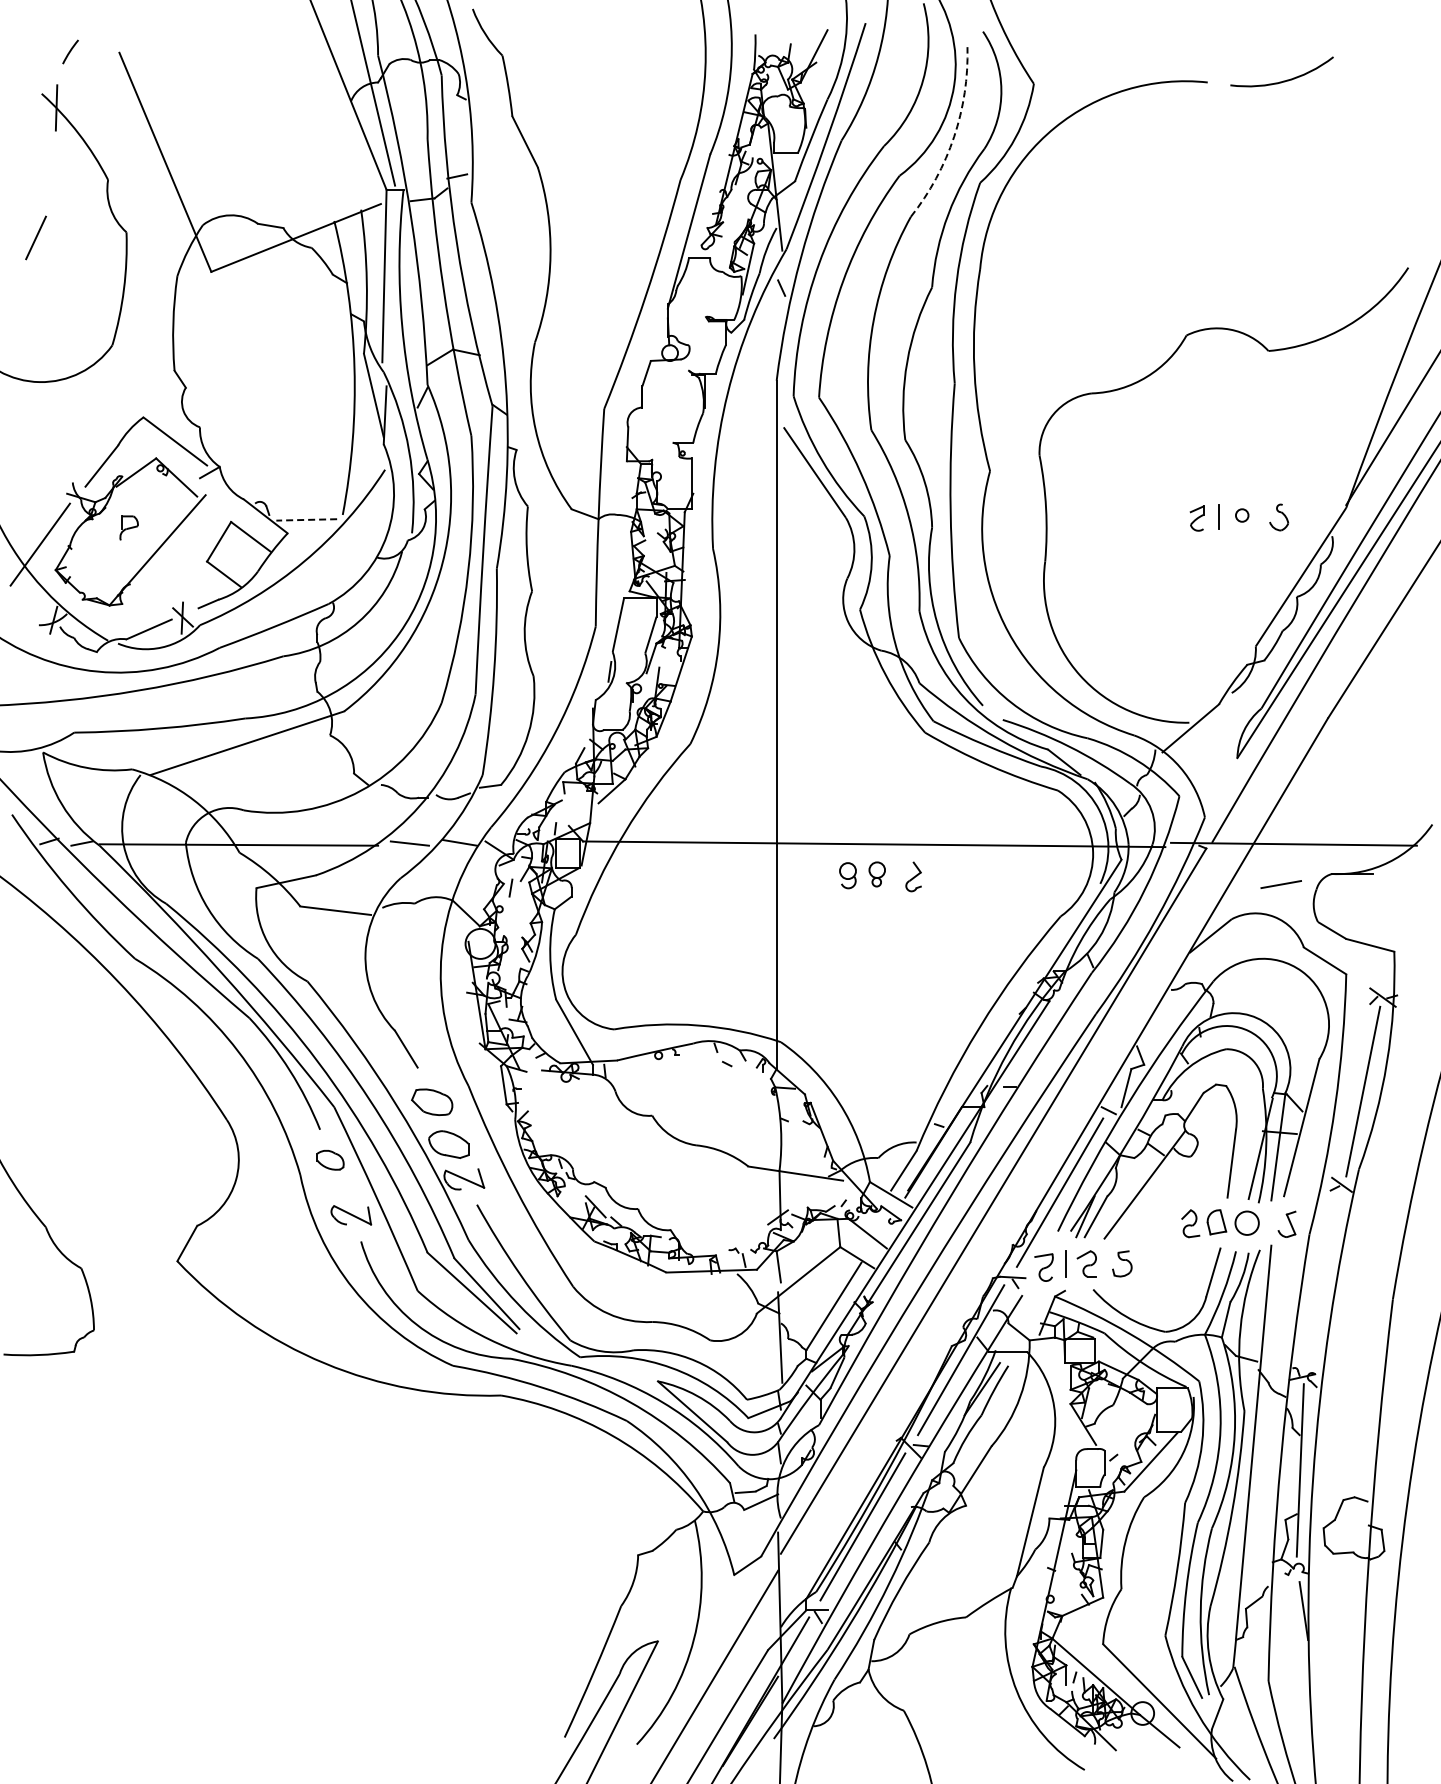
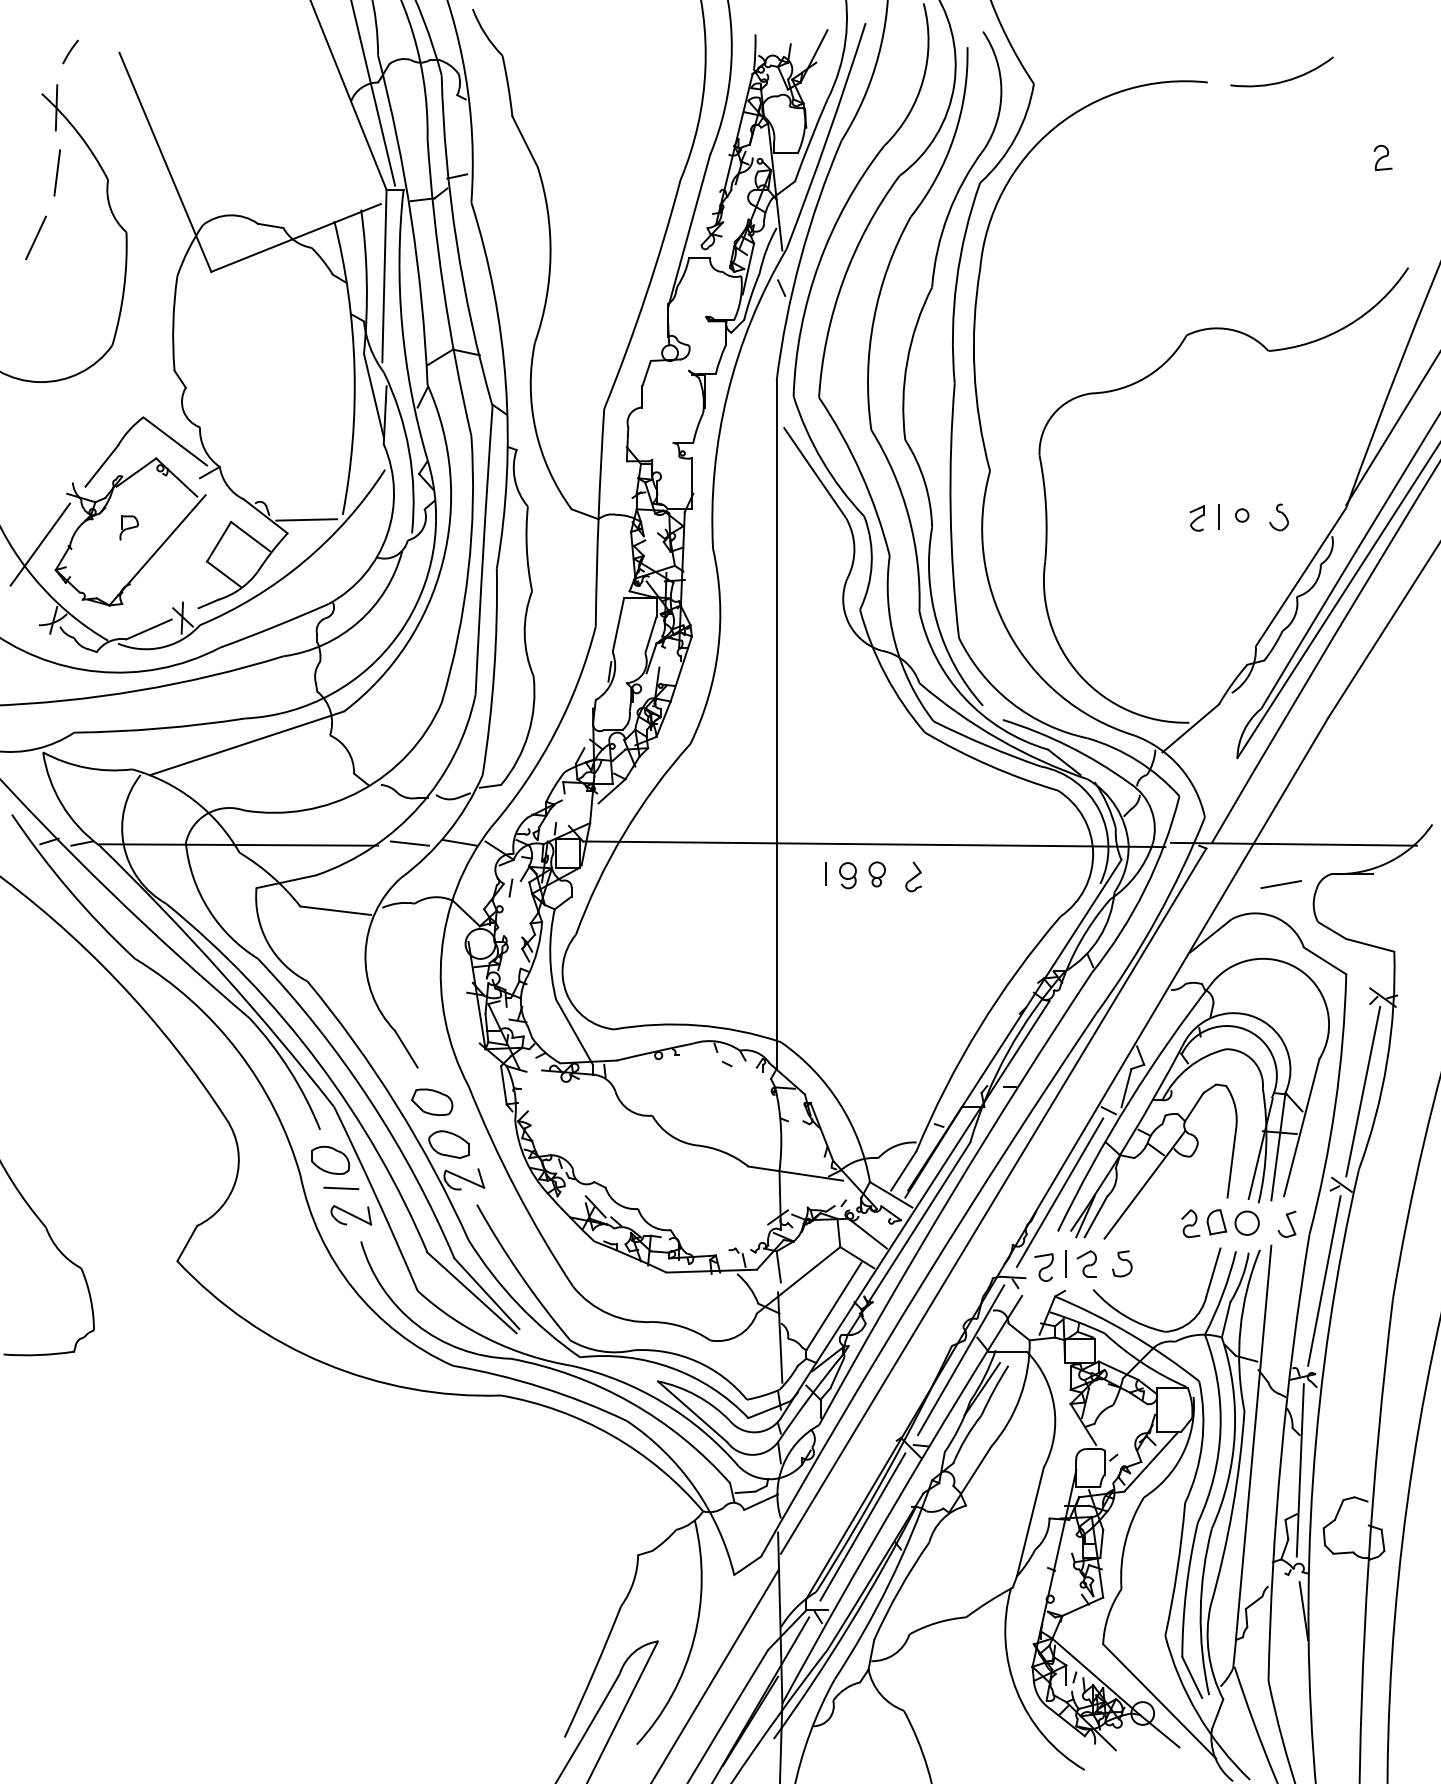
arc at (954, 136): dashed -> solid
part at (1382, 157): none -> present
line at (57, 172): none -> present
line at (306, 519): dashed -> solid
line at (825, 873): none -> present
part at (330, 1160) size: 29x21 px -> 40x30 px
line at (341, 1188): none -> present
line at (1324, 1280): none -> present
